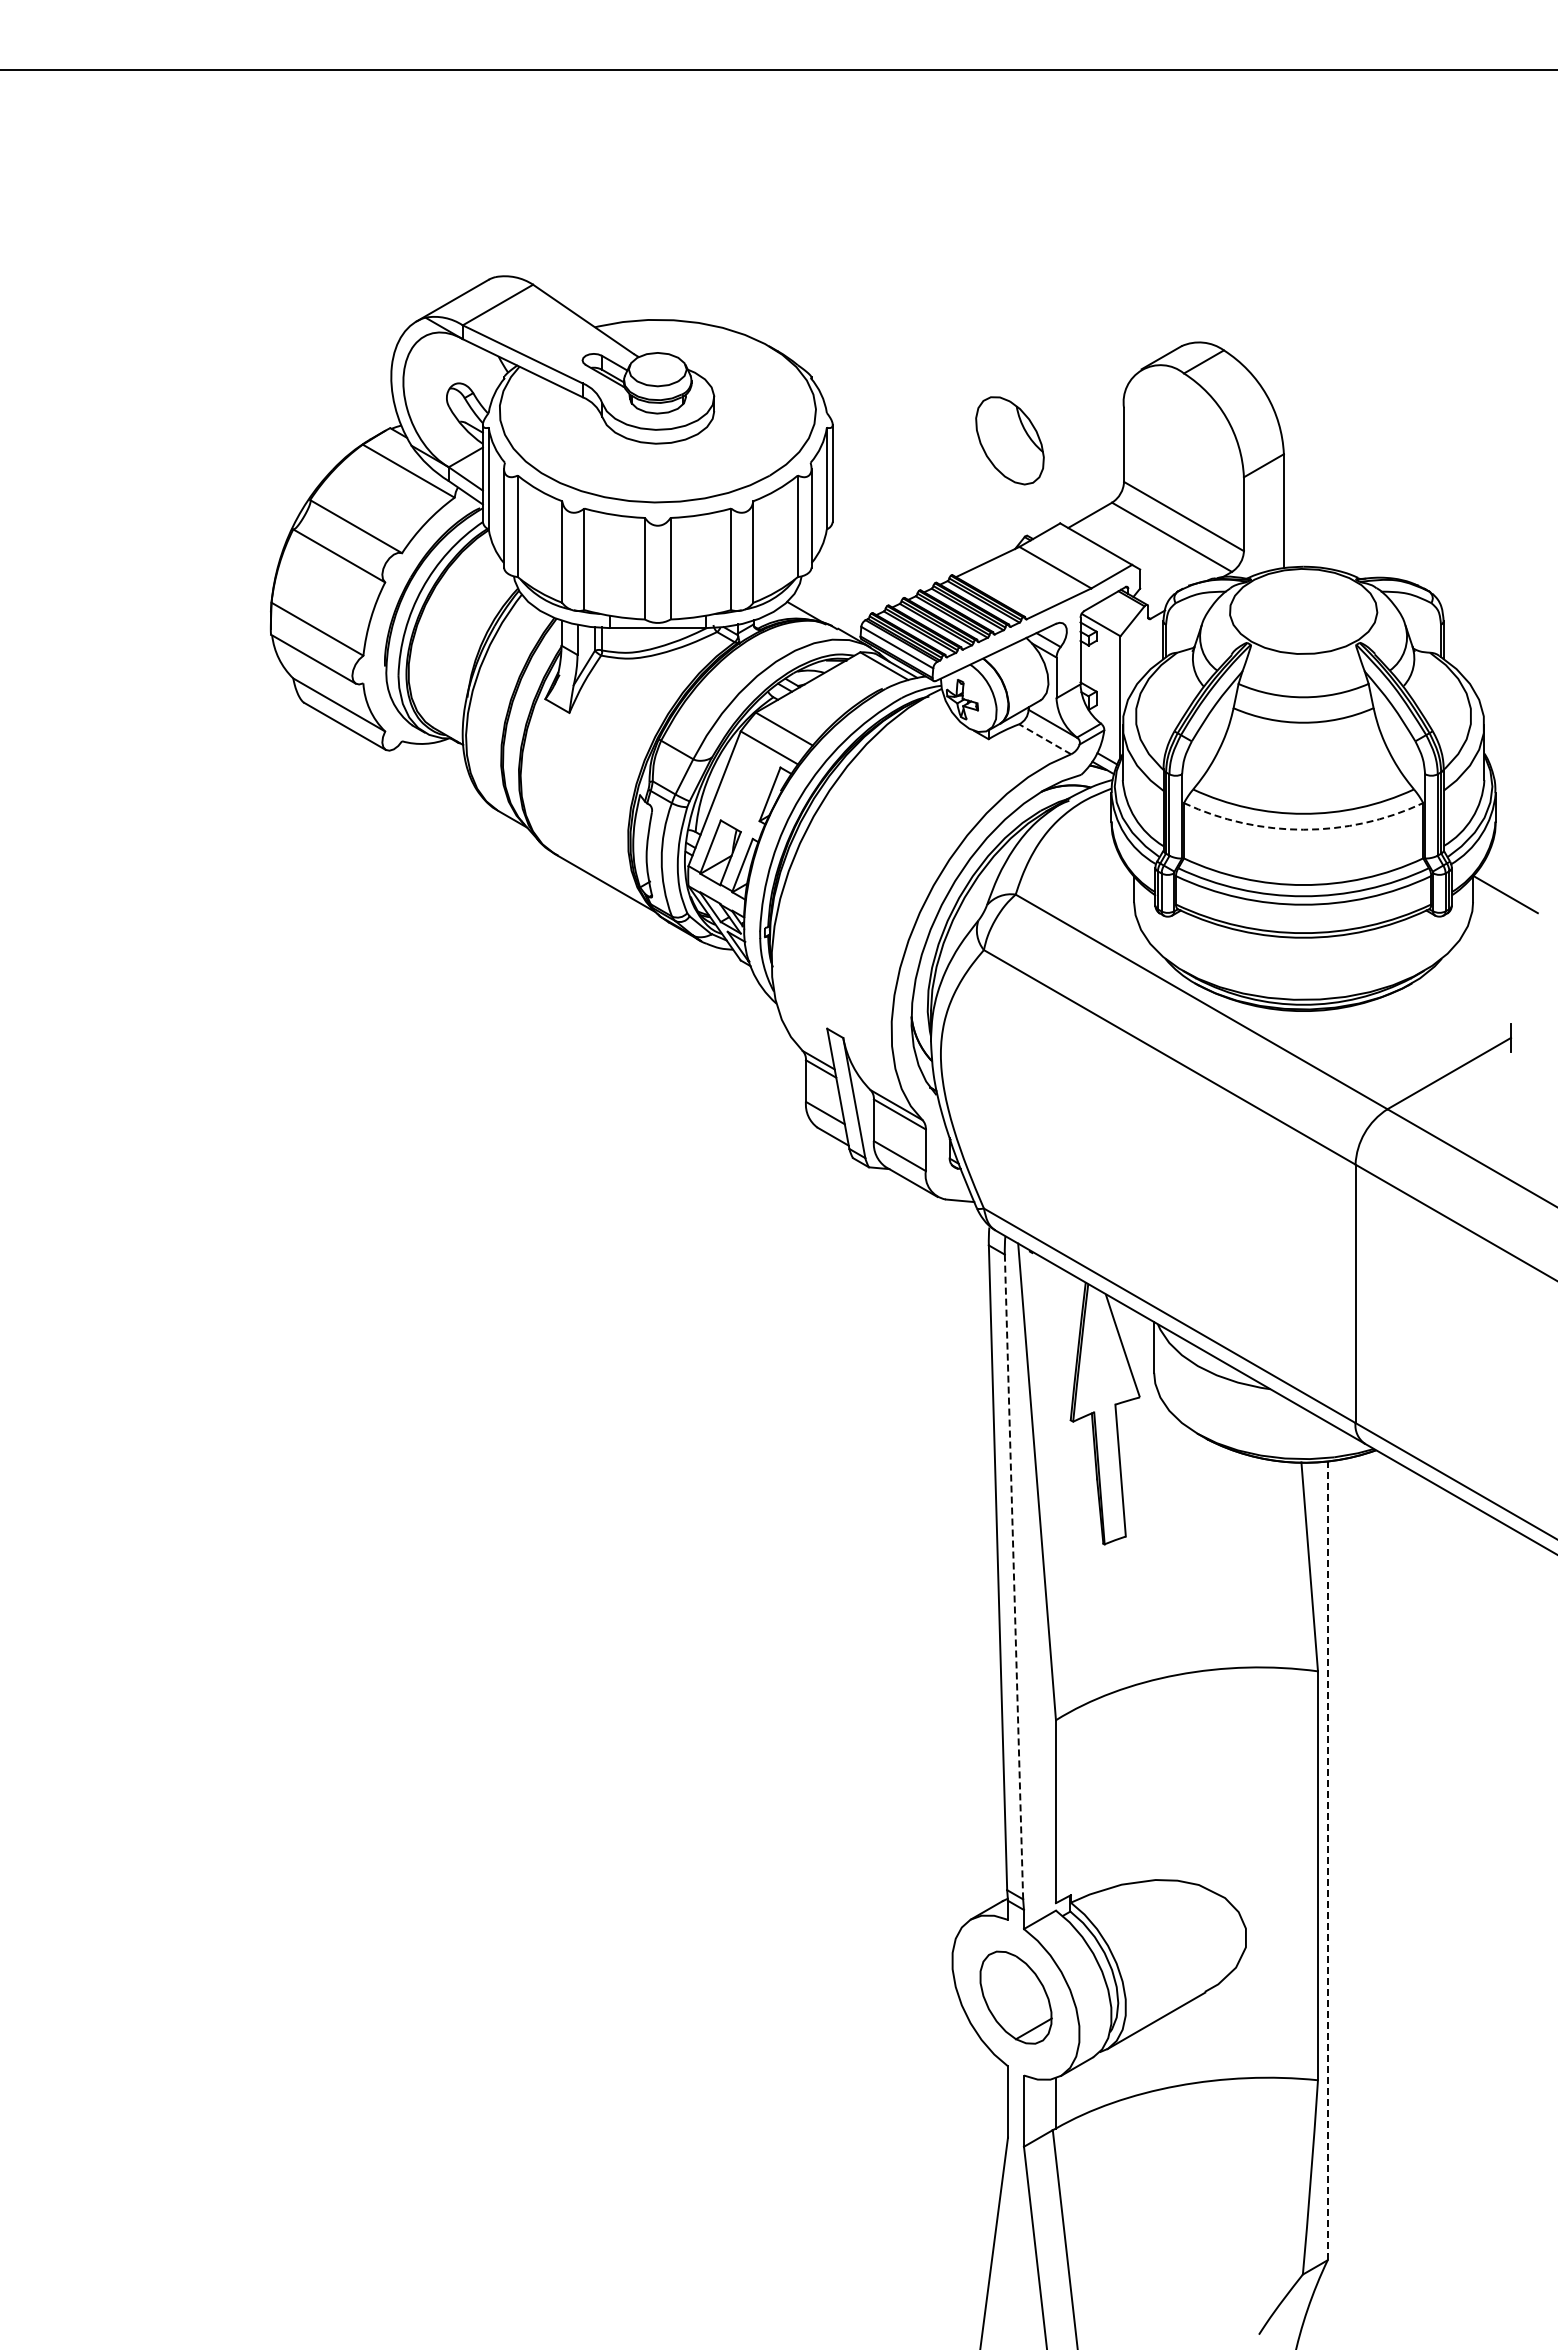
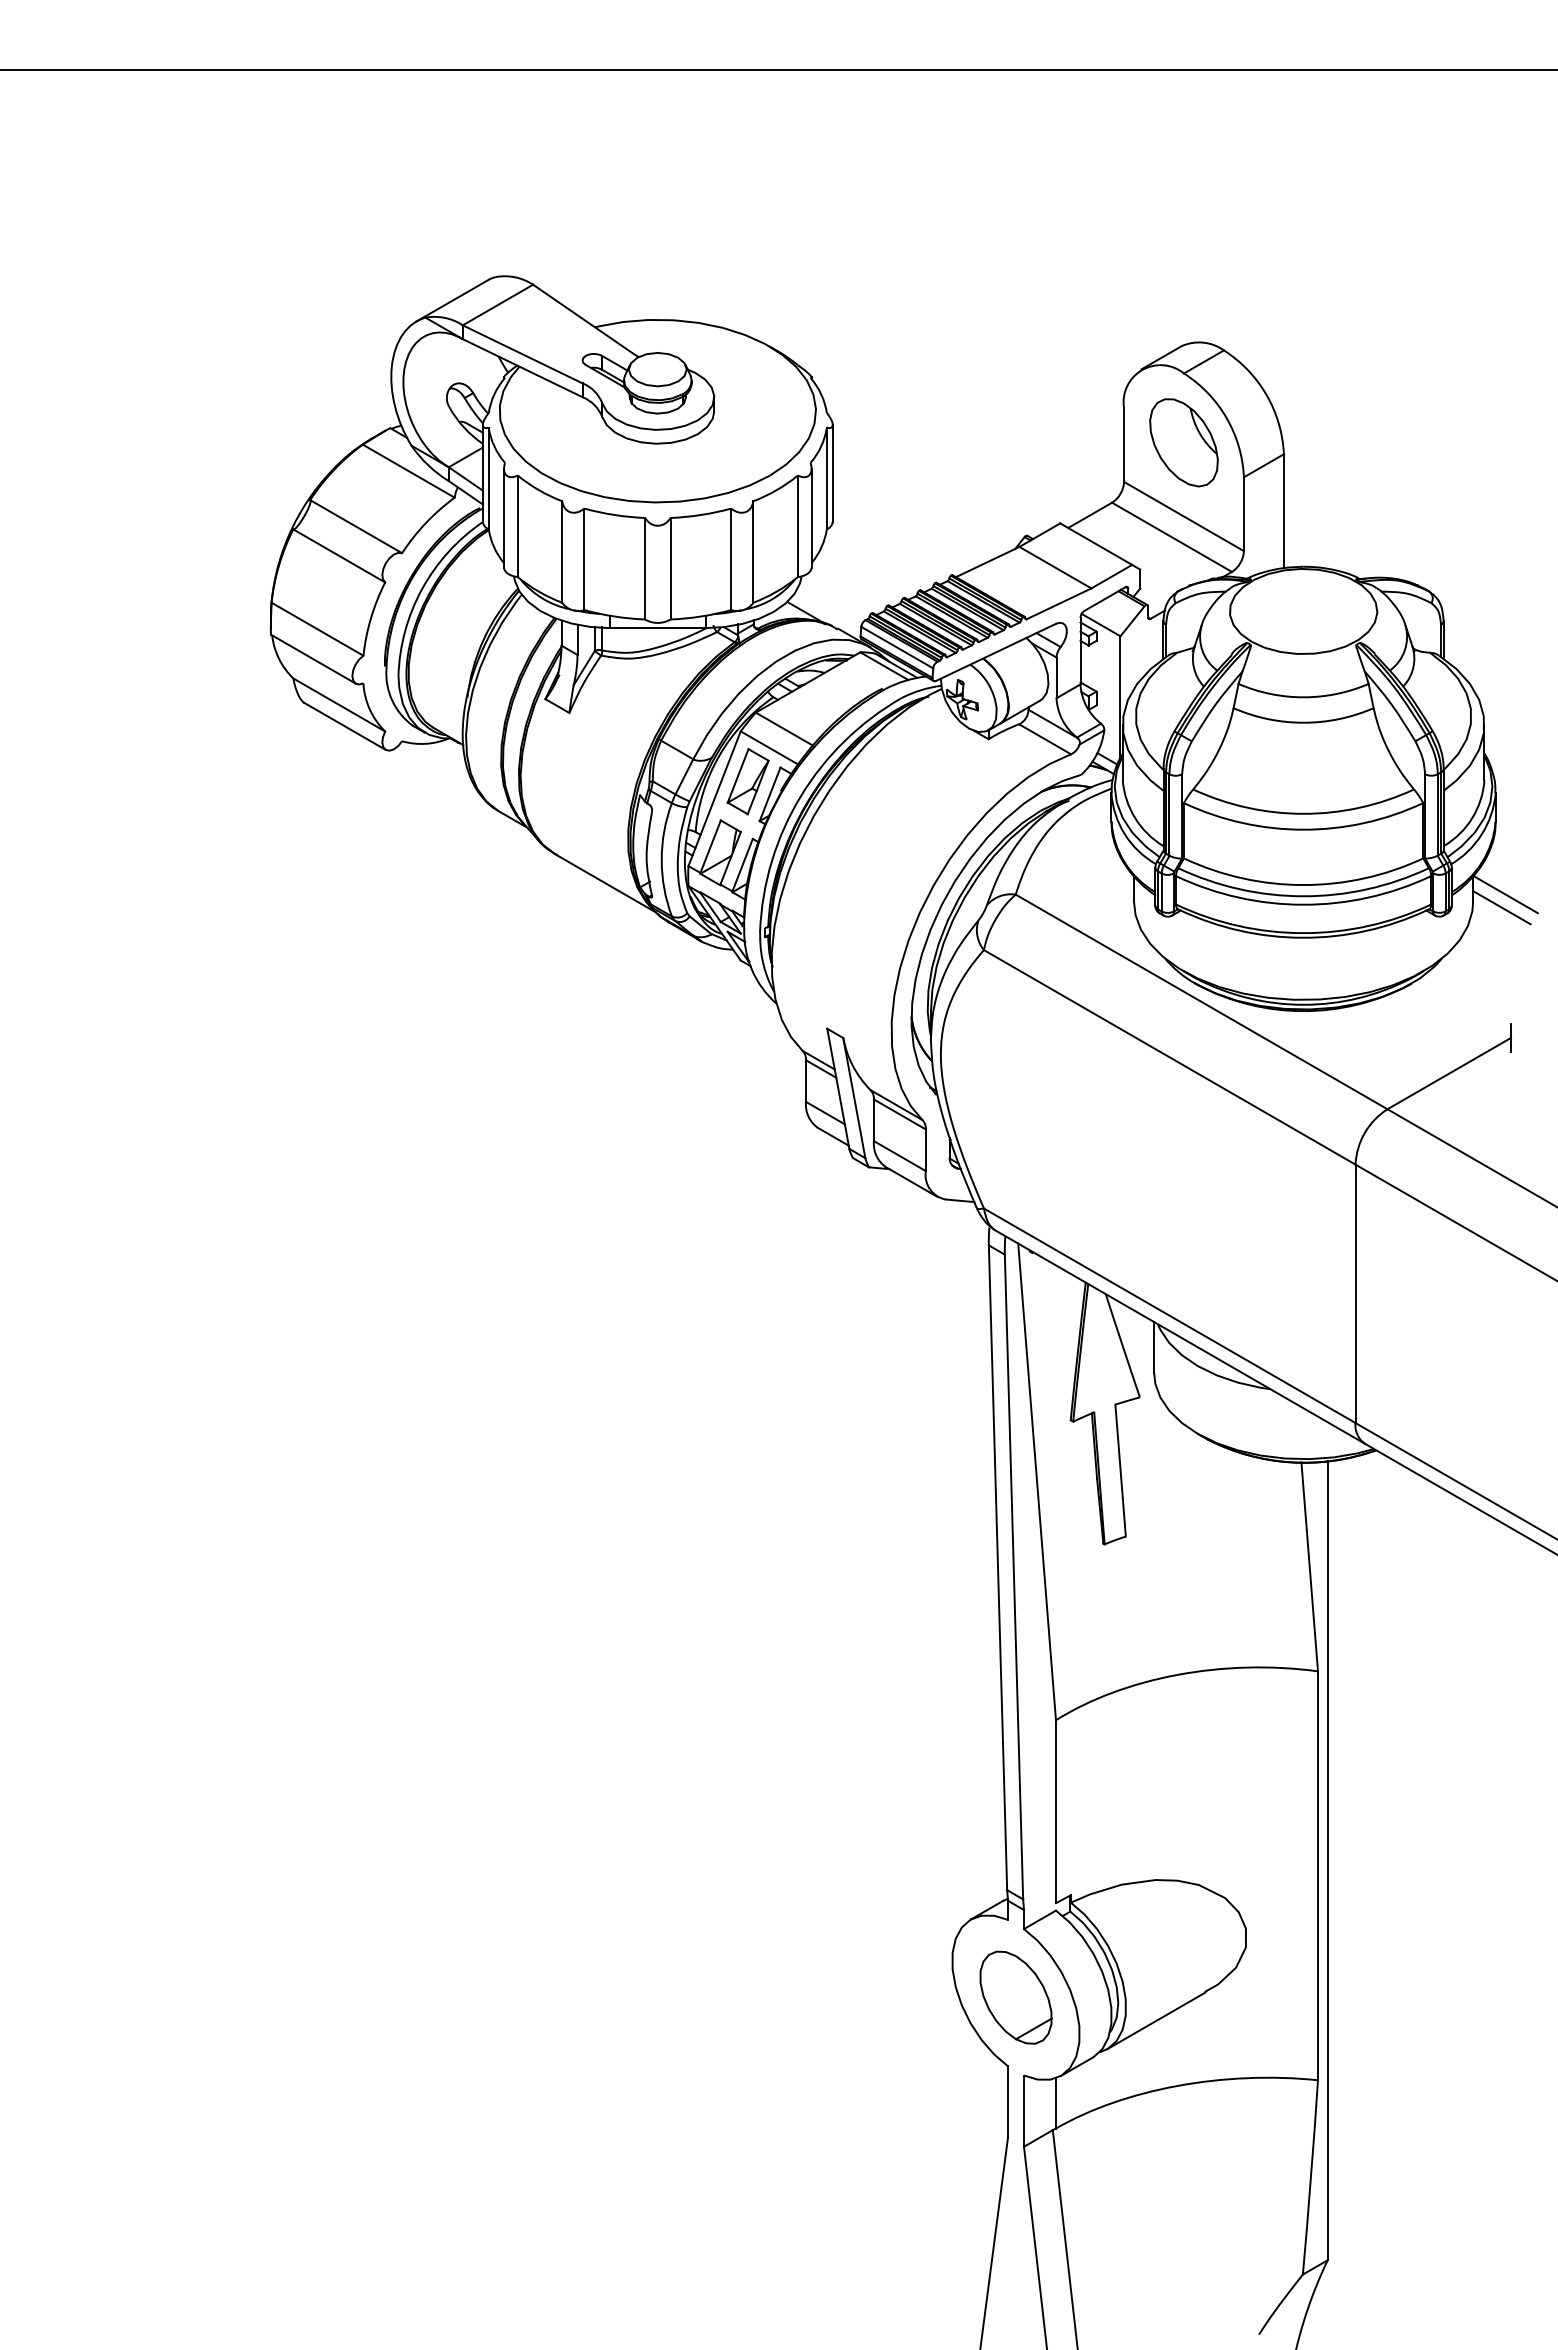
part at (1009, 440) position: (1009, 440) -> (1183, 442)
line at (1045, 739): dashed -> solid
part at (747, 781): none -> present
arc at (1303, 829): dashed -> solid
line at (1501, 907): none -> present
line at (1014, 1577): dashed -> solid
line at (1327, 1860): dashed -> solid
